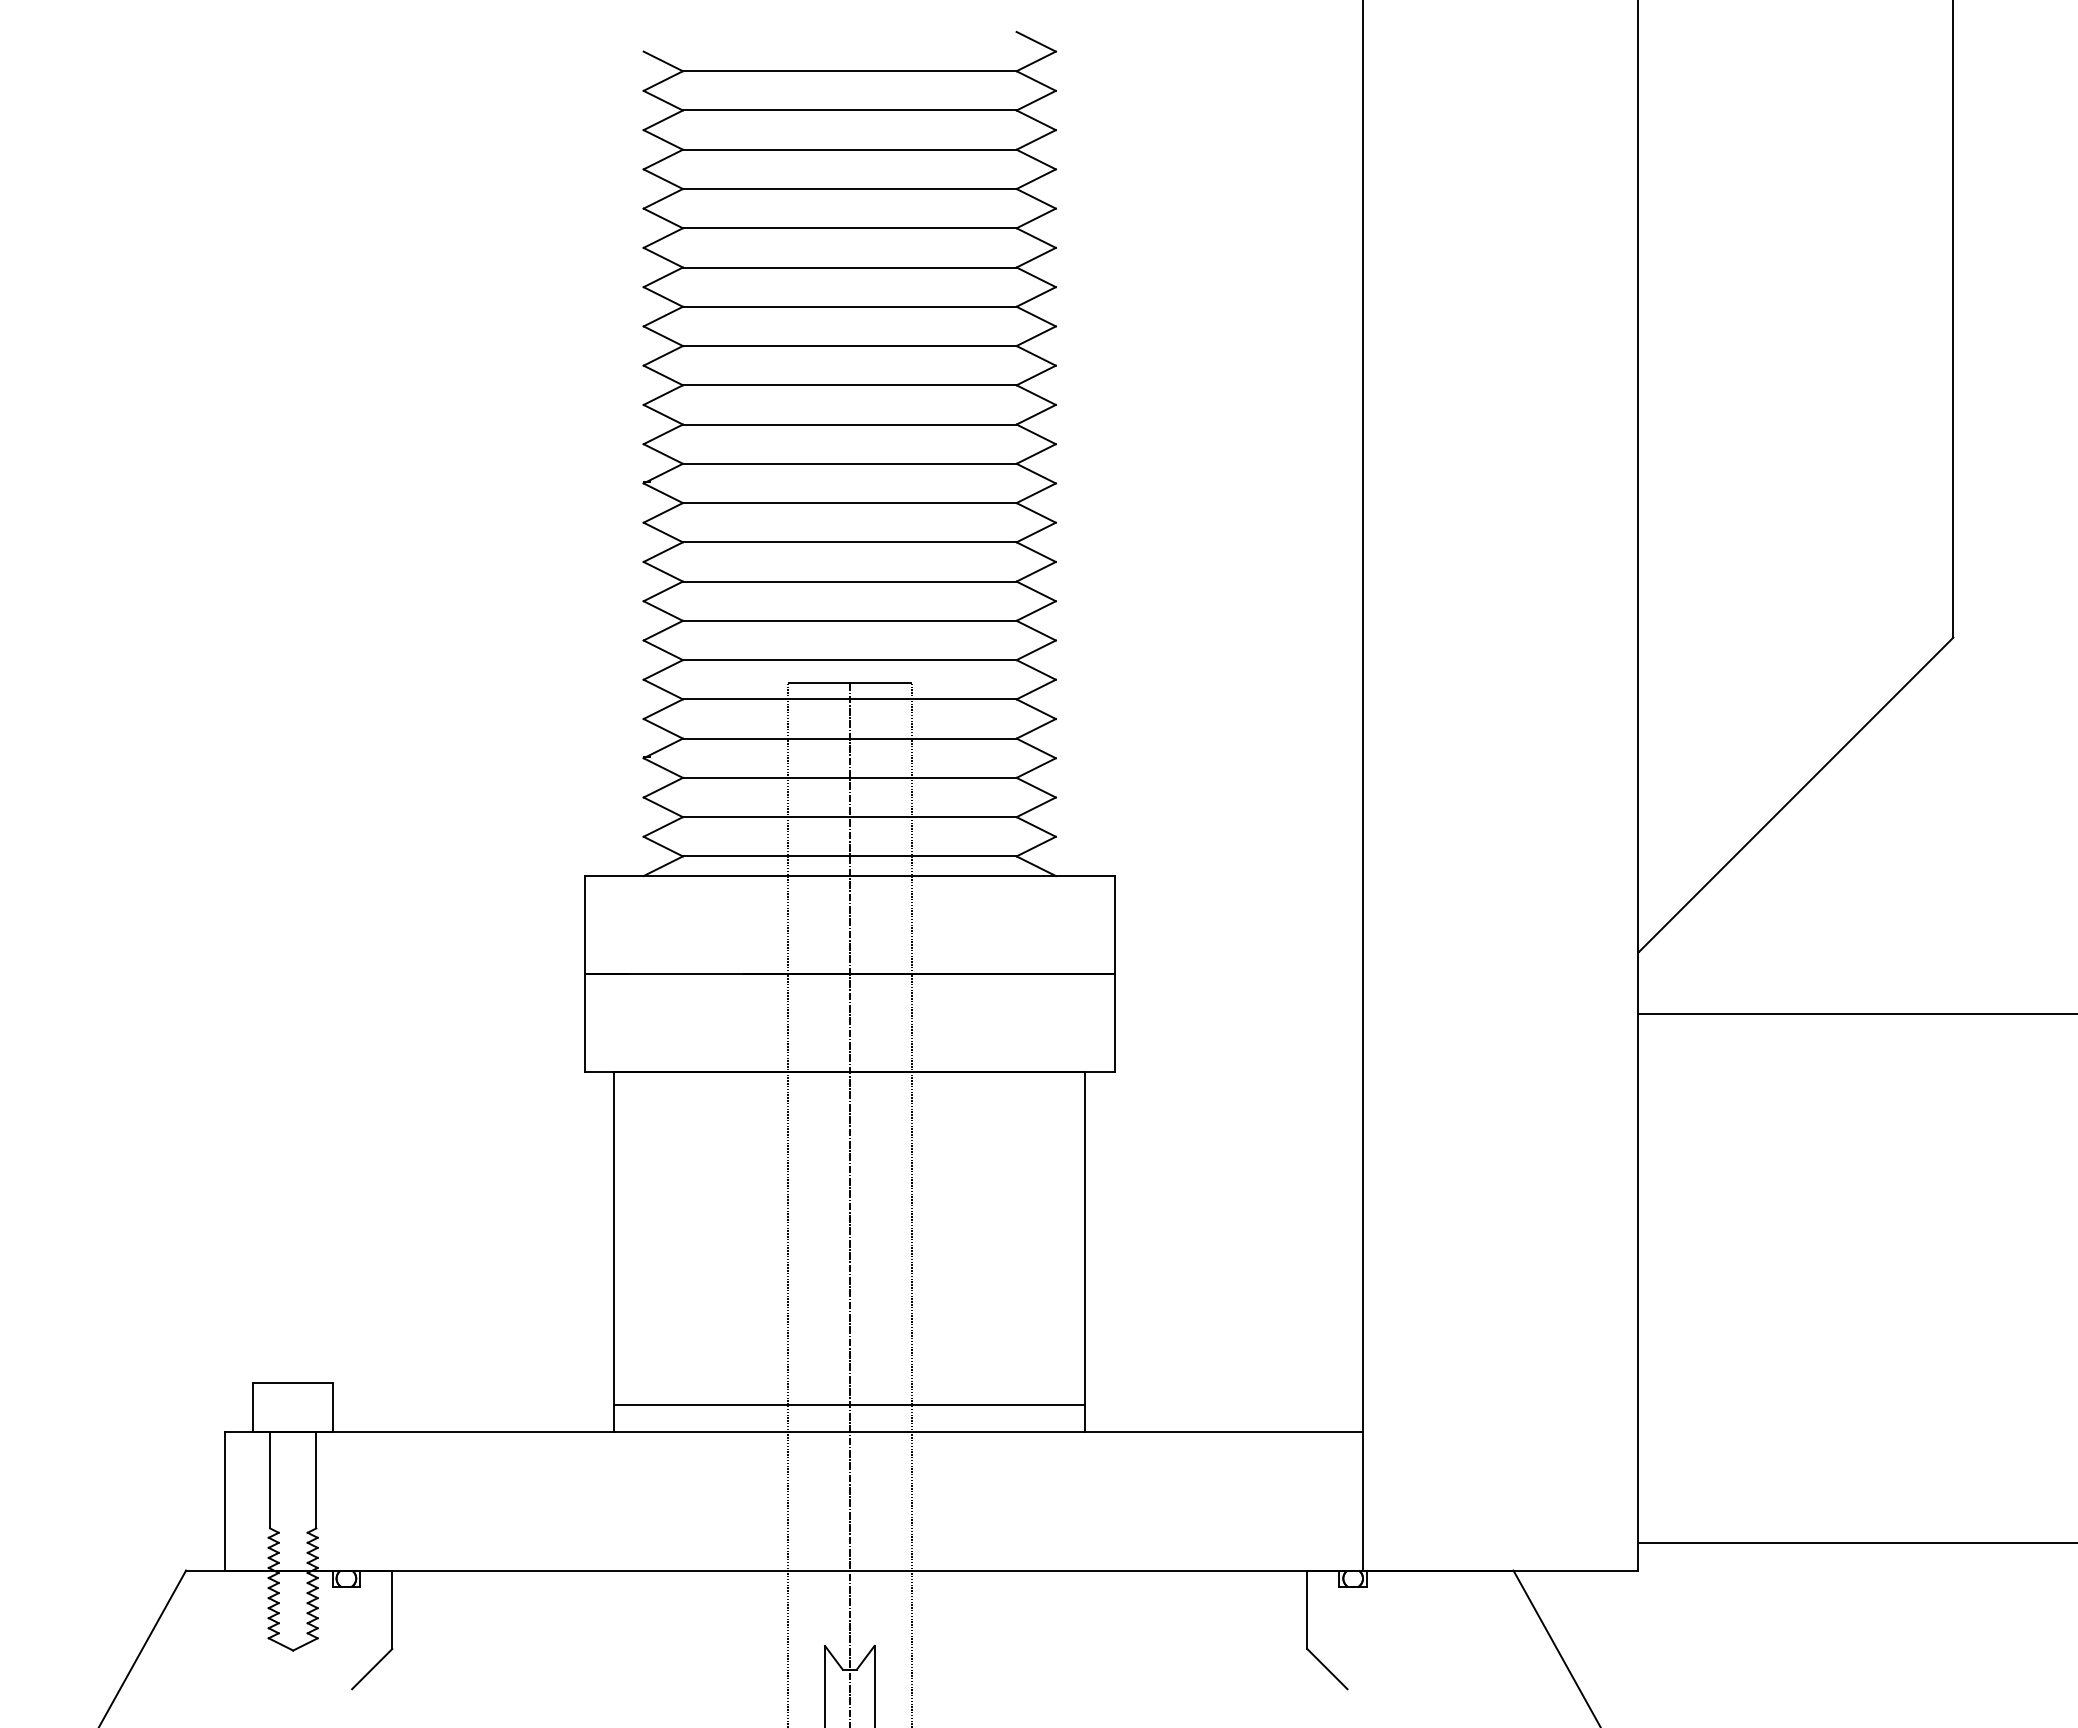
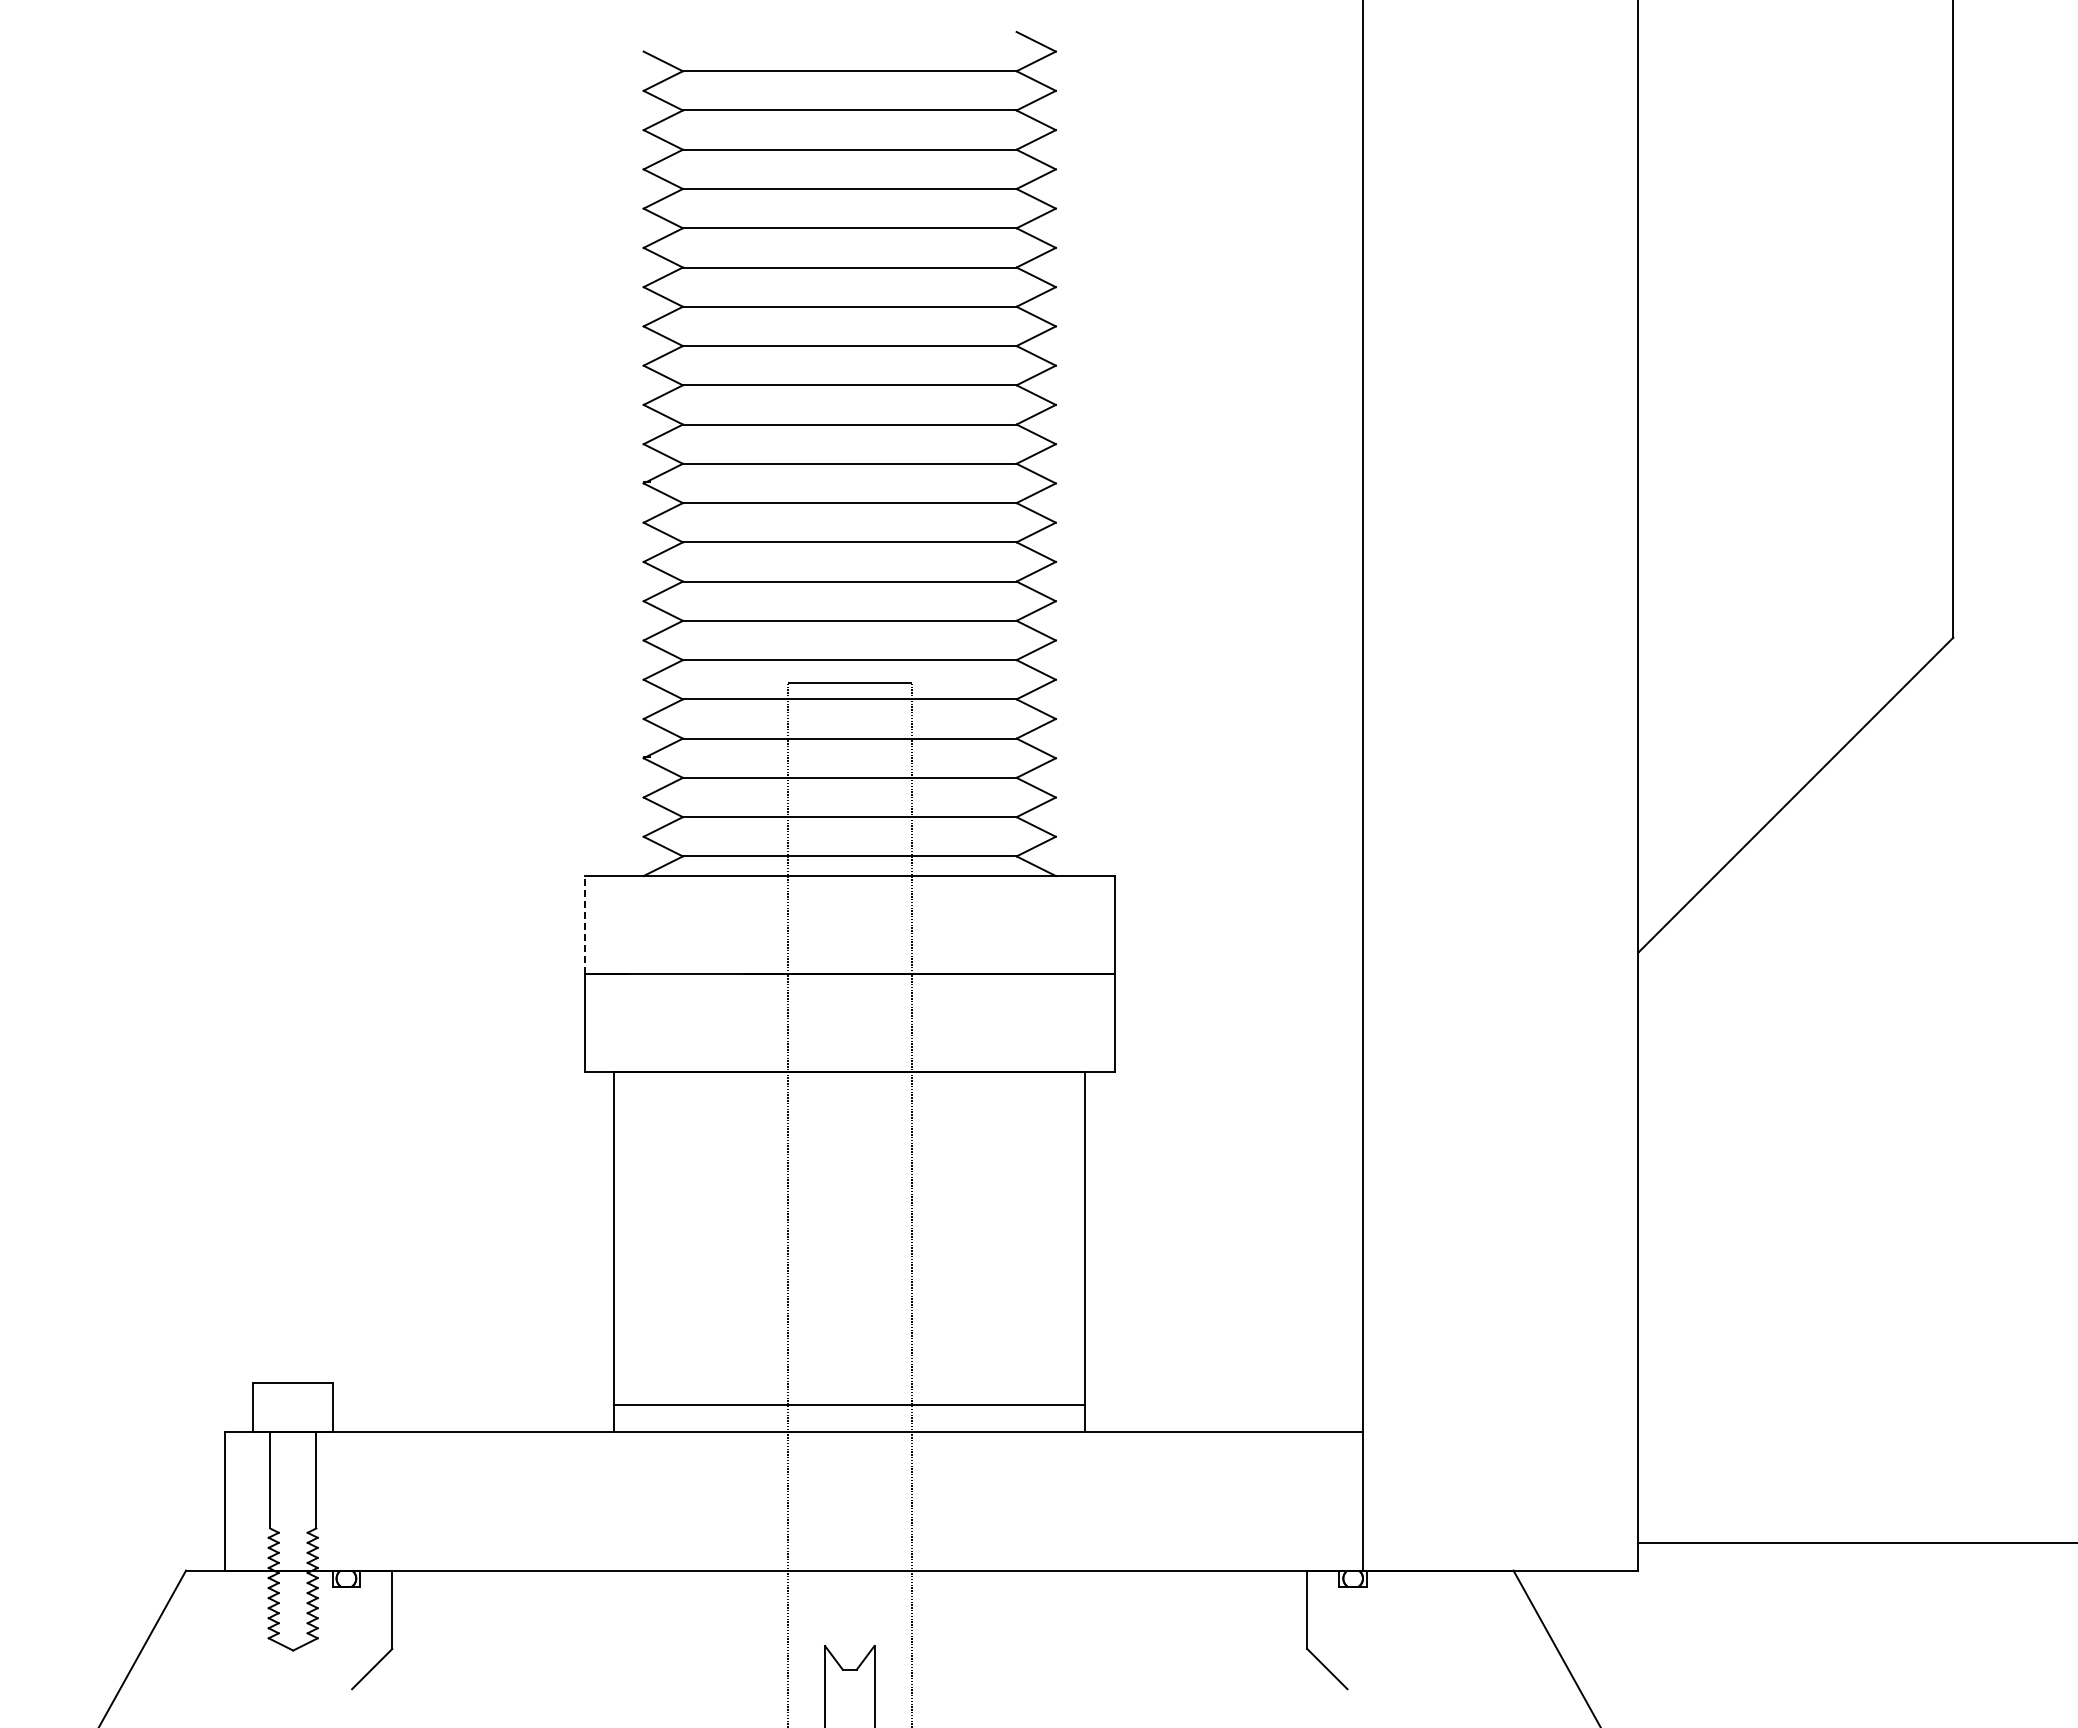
line at (584, 924): solid -> dashed
line at (1856, 1014): present -> none
line at (849, 1203): present -> none
